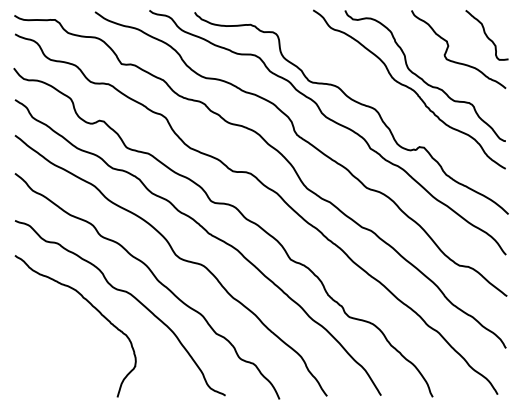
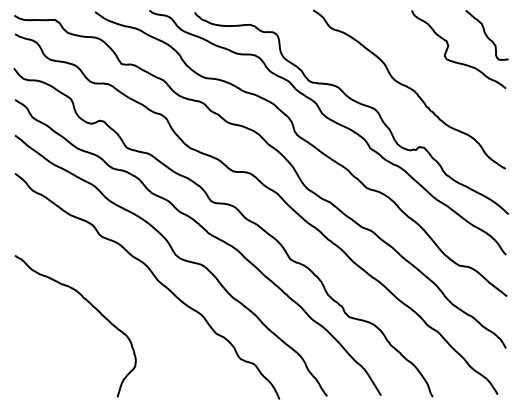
curve at (421, 77): present -> none
curve at (128, 294): present -> none
